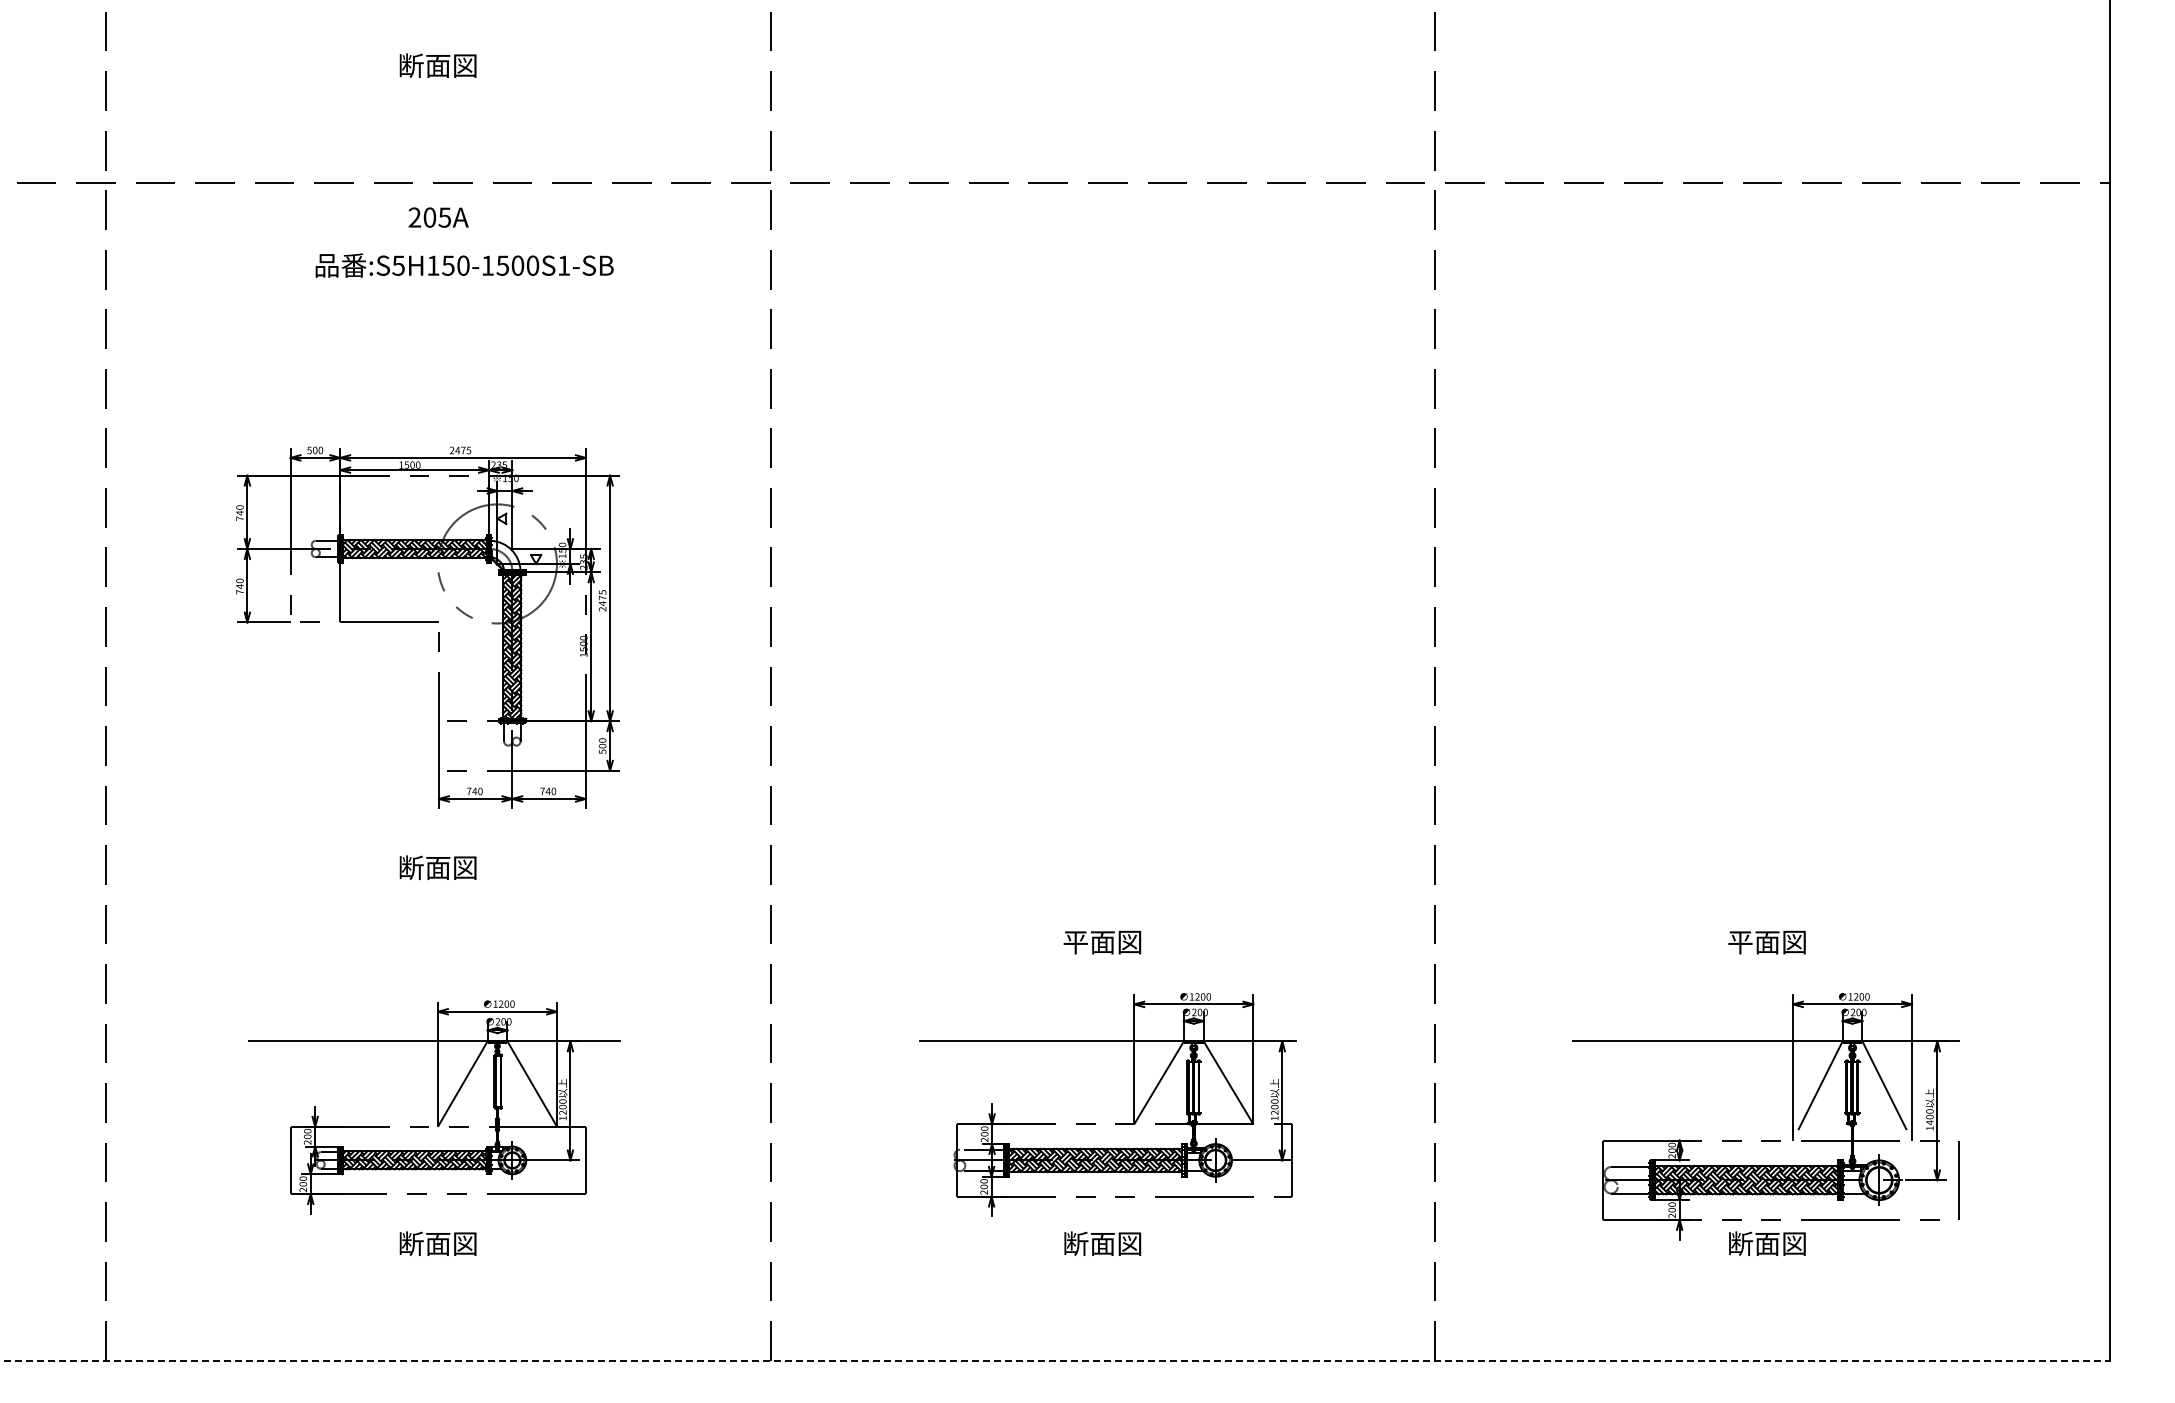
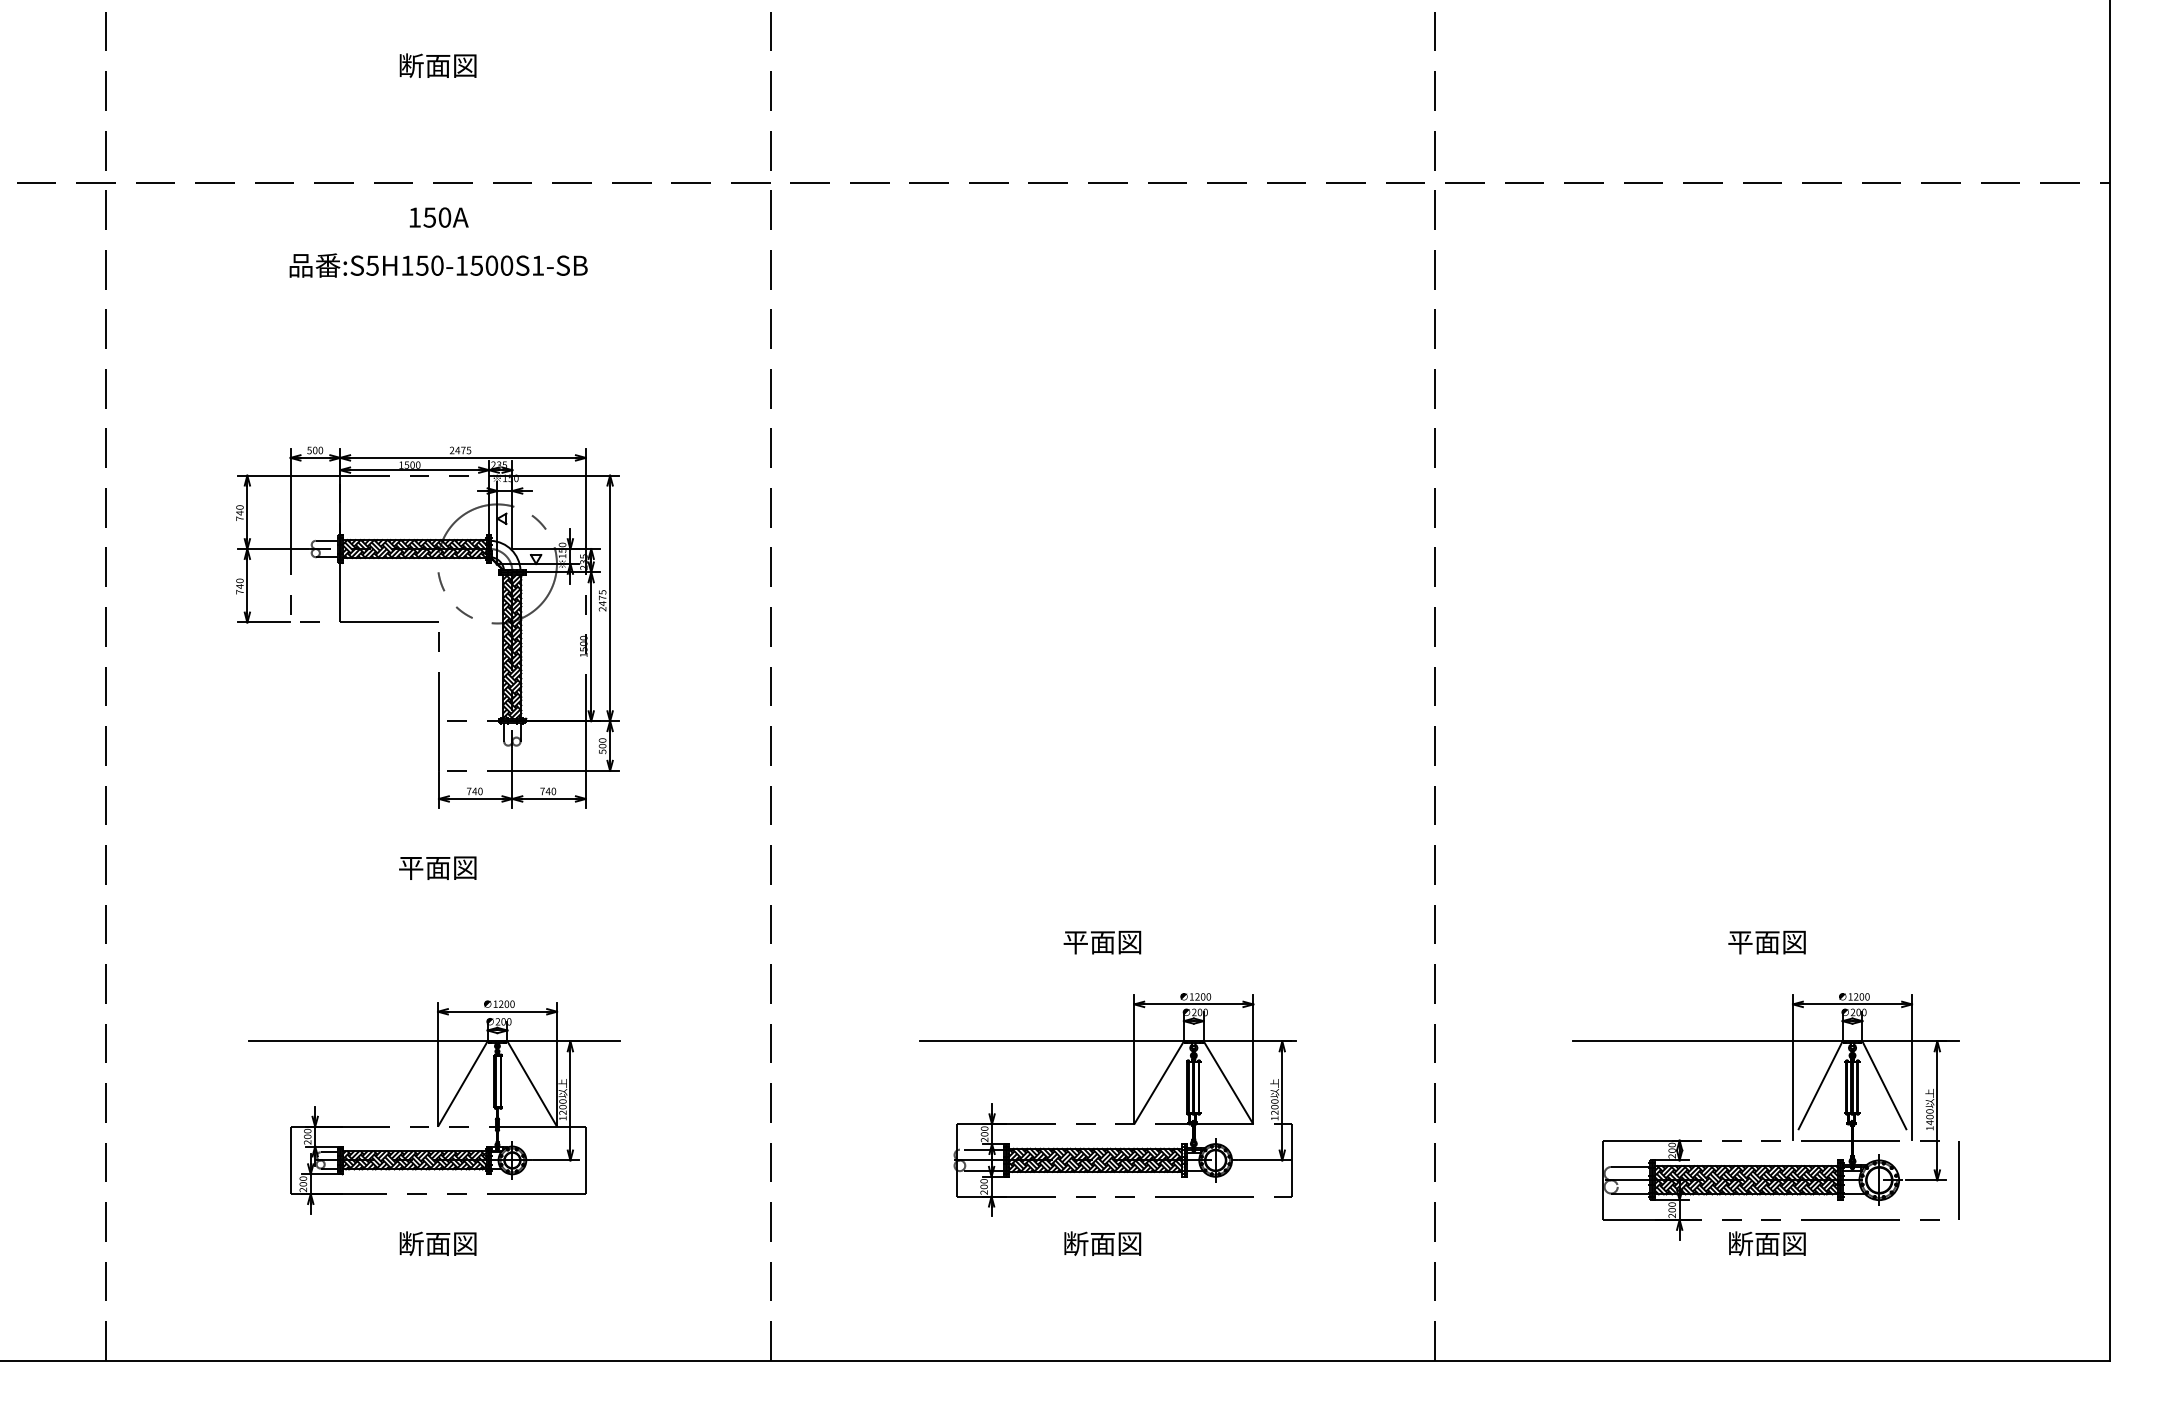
text at (429, 217): 205A -> 150A
text at (464, 265) position: (464, 265) -> (438, 265)
text at (411, 867): 断面図 -> 平面図
line at (1055, 1360): dashed -> solid
